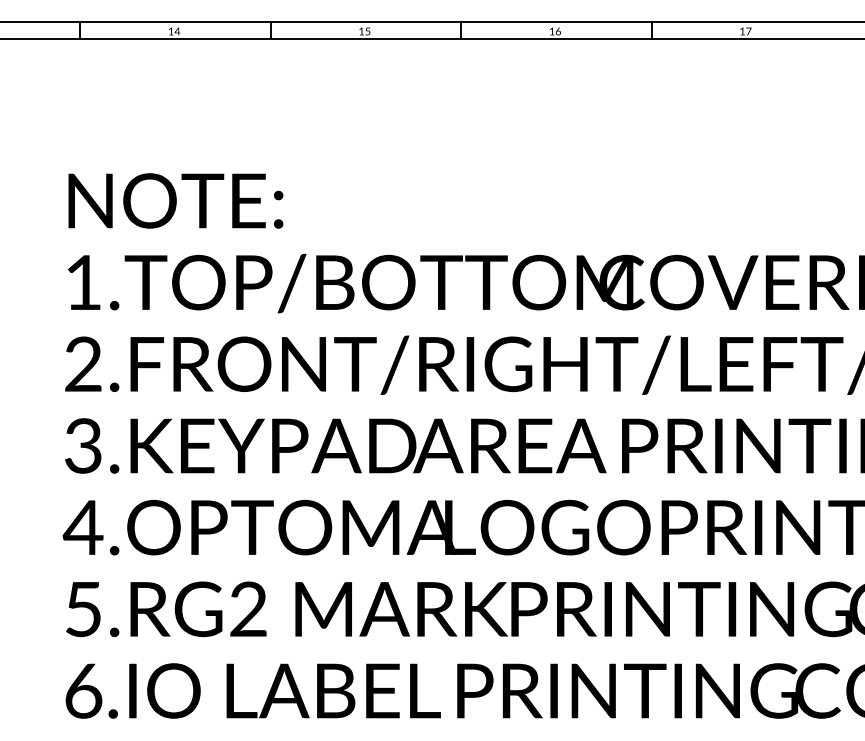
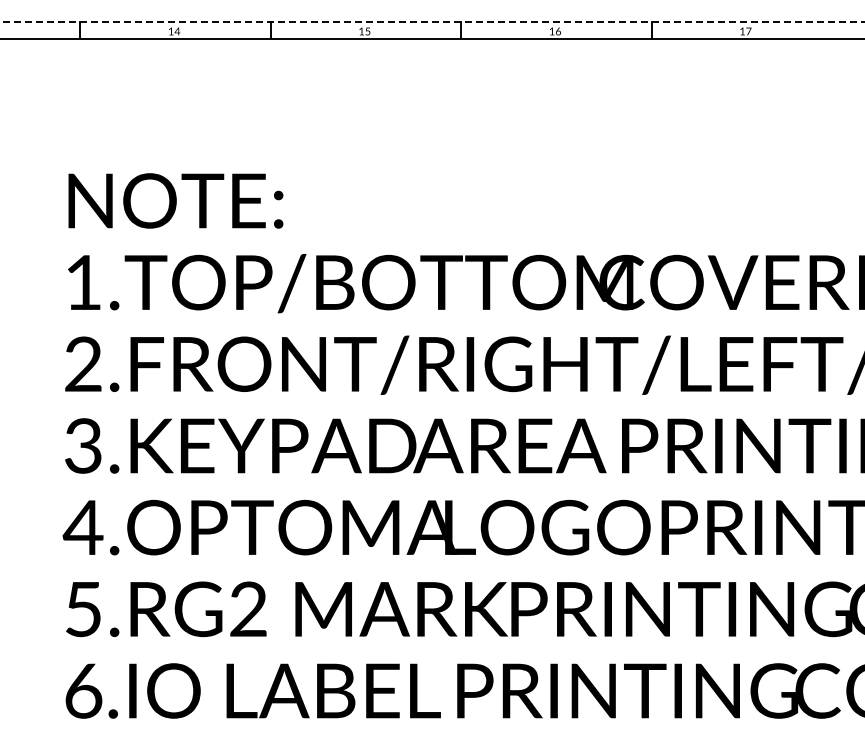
line at (432, 22): solid -> dashed
